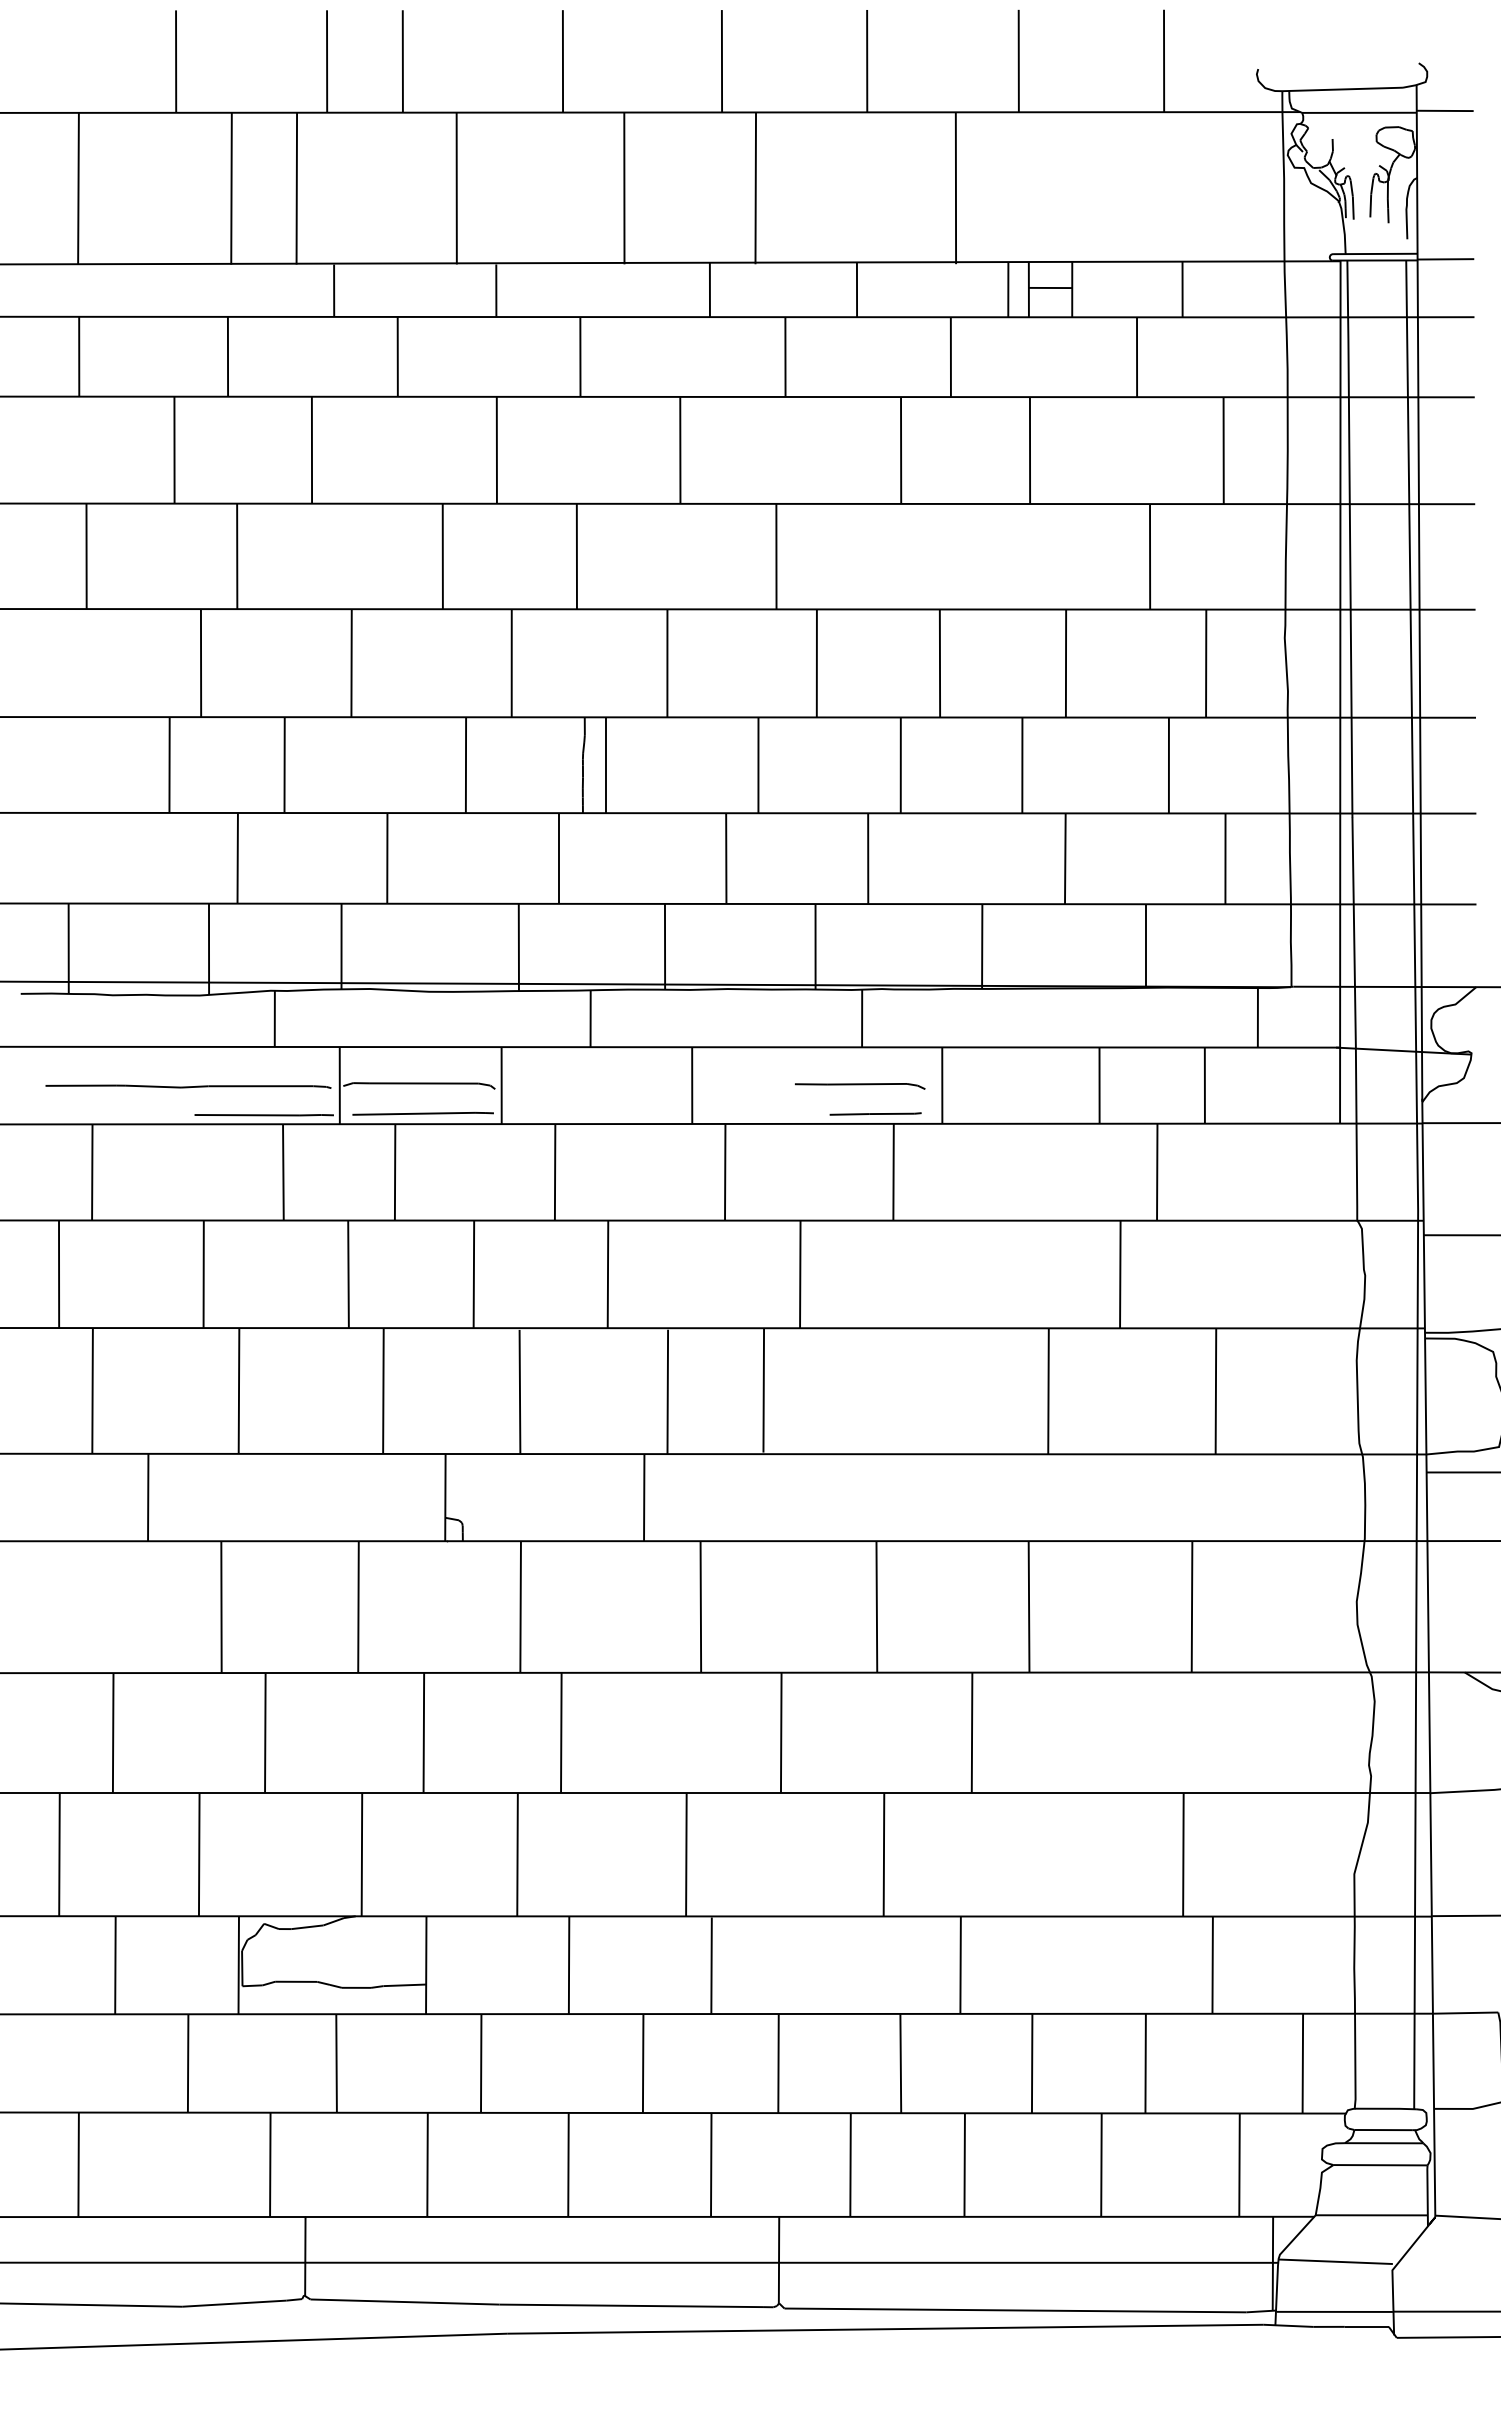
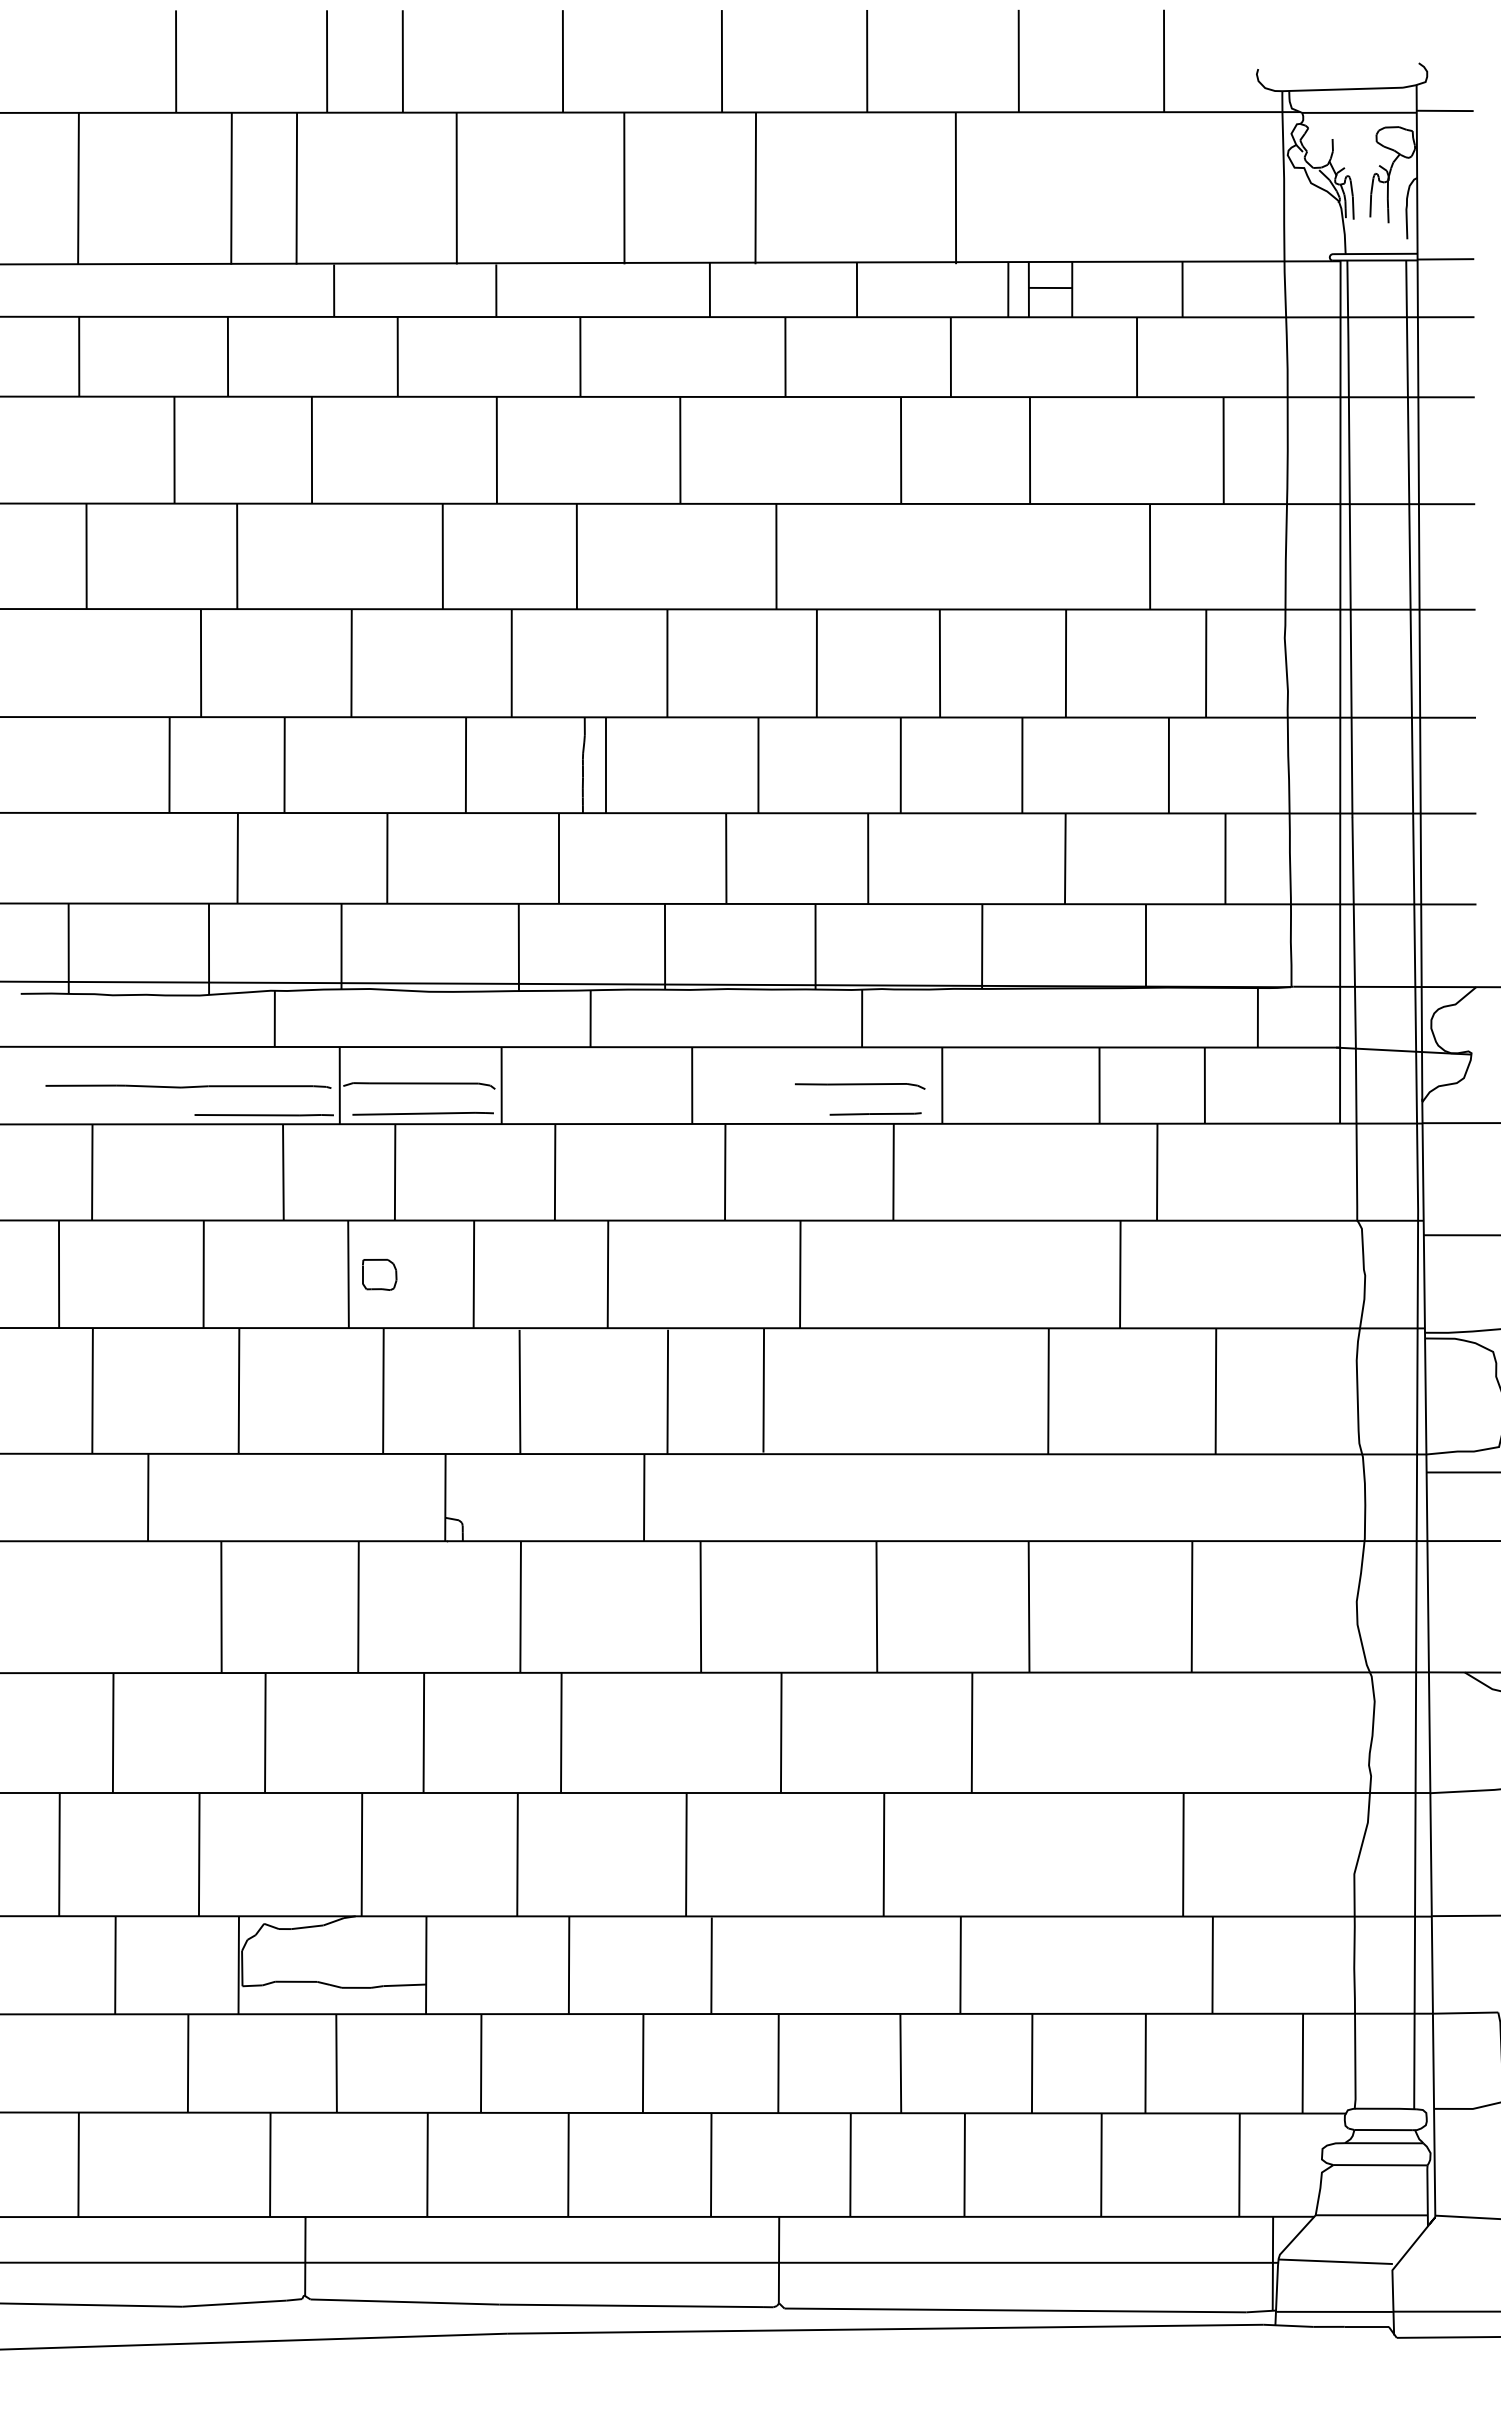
part at (379, 1274): none -> present
